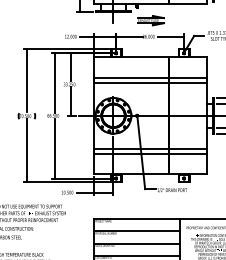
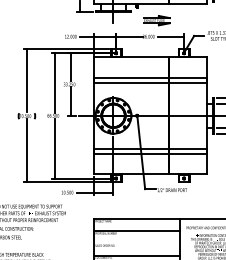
part at (150, 20) position: (150, 20) -> (156, 20)
line at (137, 243): present -> none
